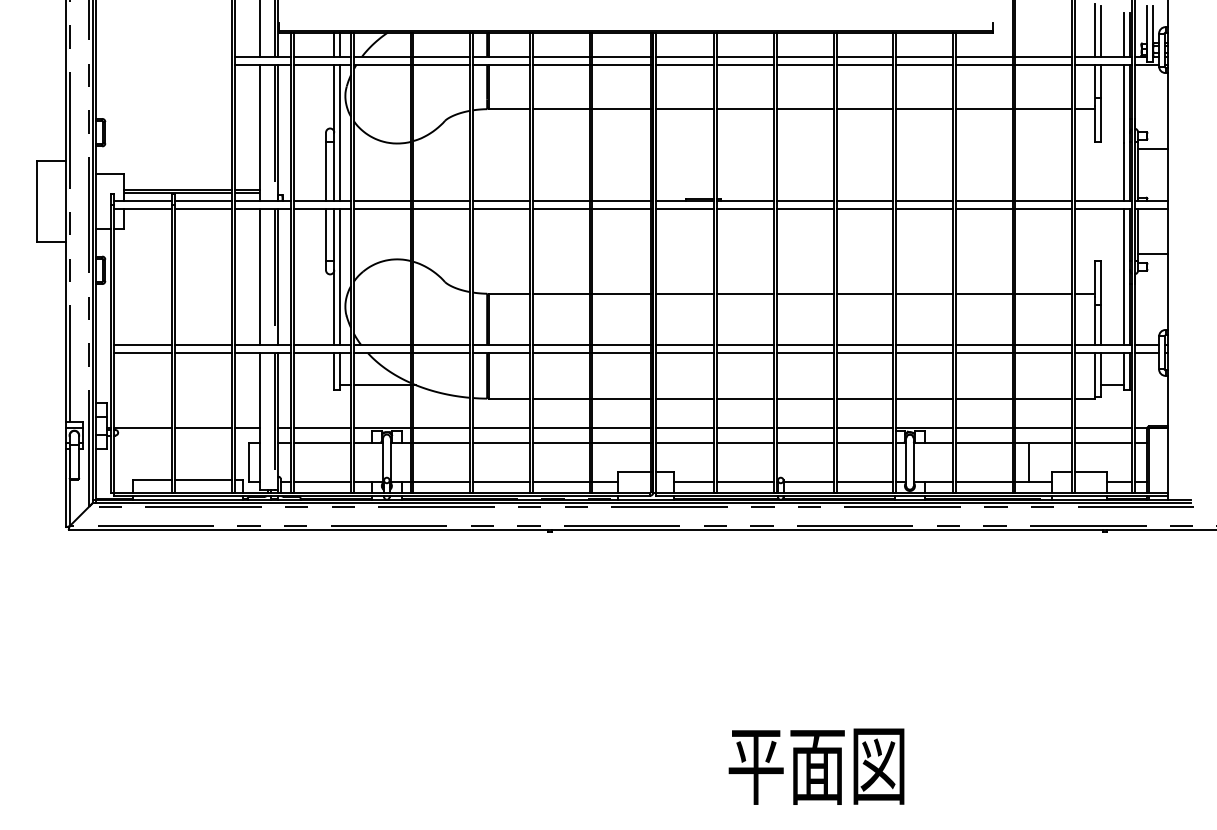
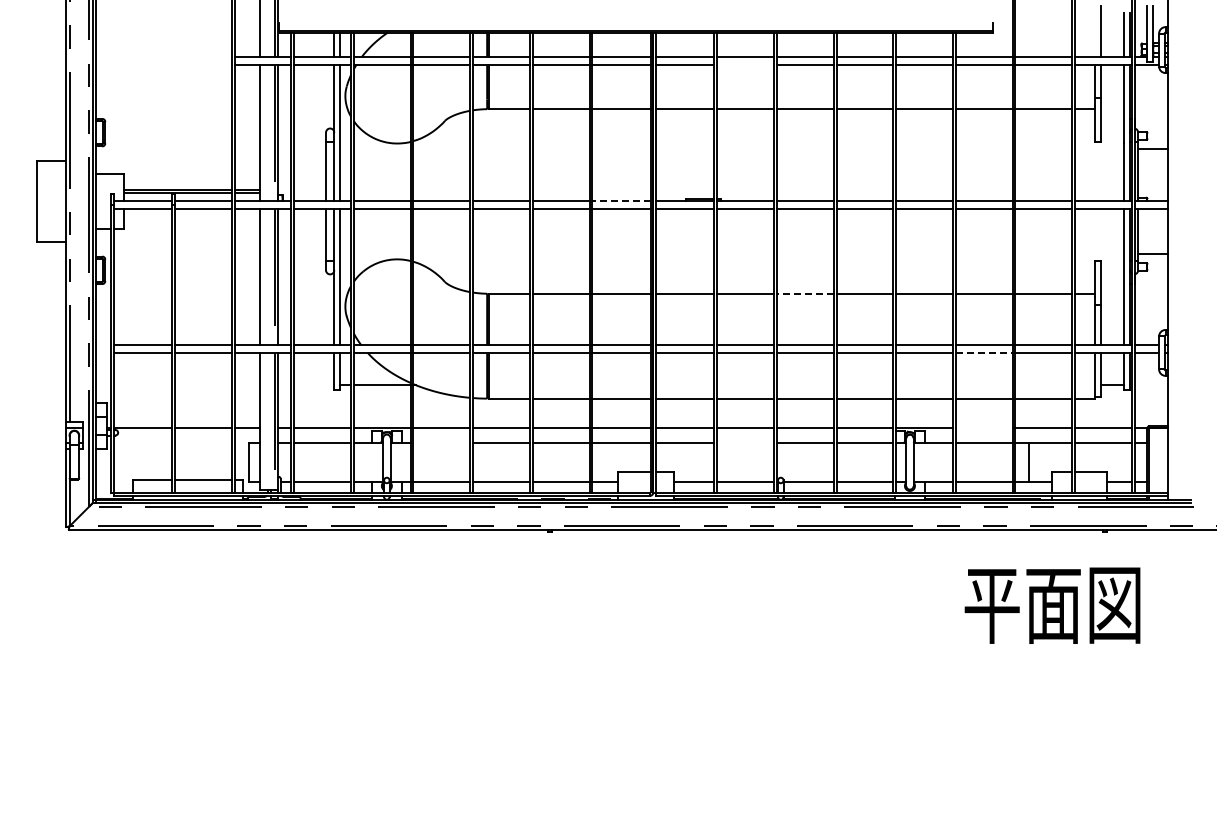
line at (1095, 30): present -> none
line at (745, 65): present -> none
line at (621, 200): solid -> dashed
line at (804, 293): solid -> dashed
line at (984, 353): solid -> dashed
line at (983, 428): present -> none
line at (441, 442): present -> none
line at (745, 442): present -> none
text at (816, 766) position: (816, 766) -> (1052, 605)
